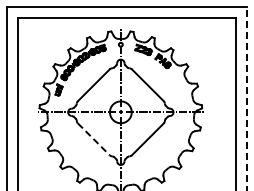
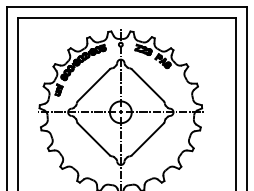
line at (247, 98): dashed -> solid
line at (93, 139): dashed -> solid
